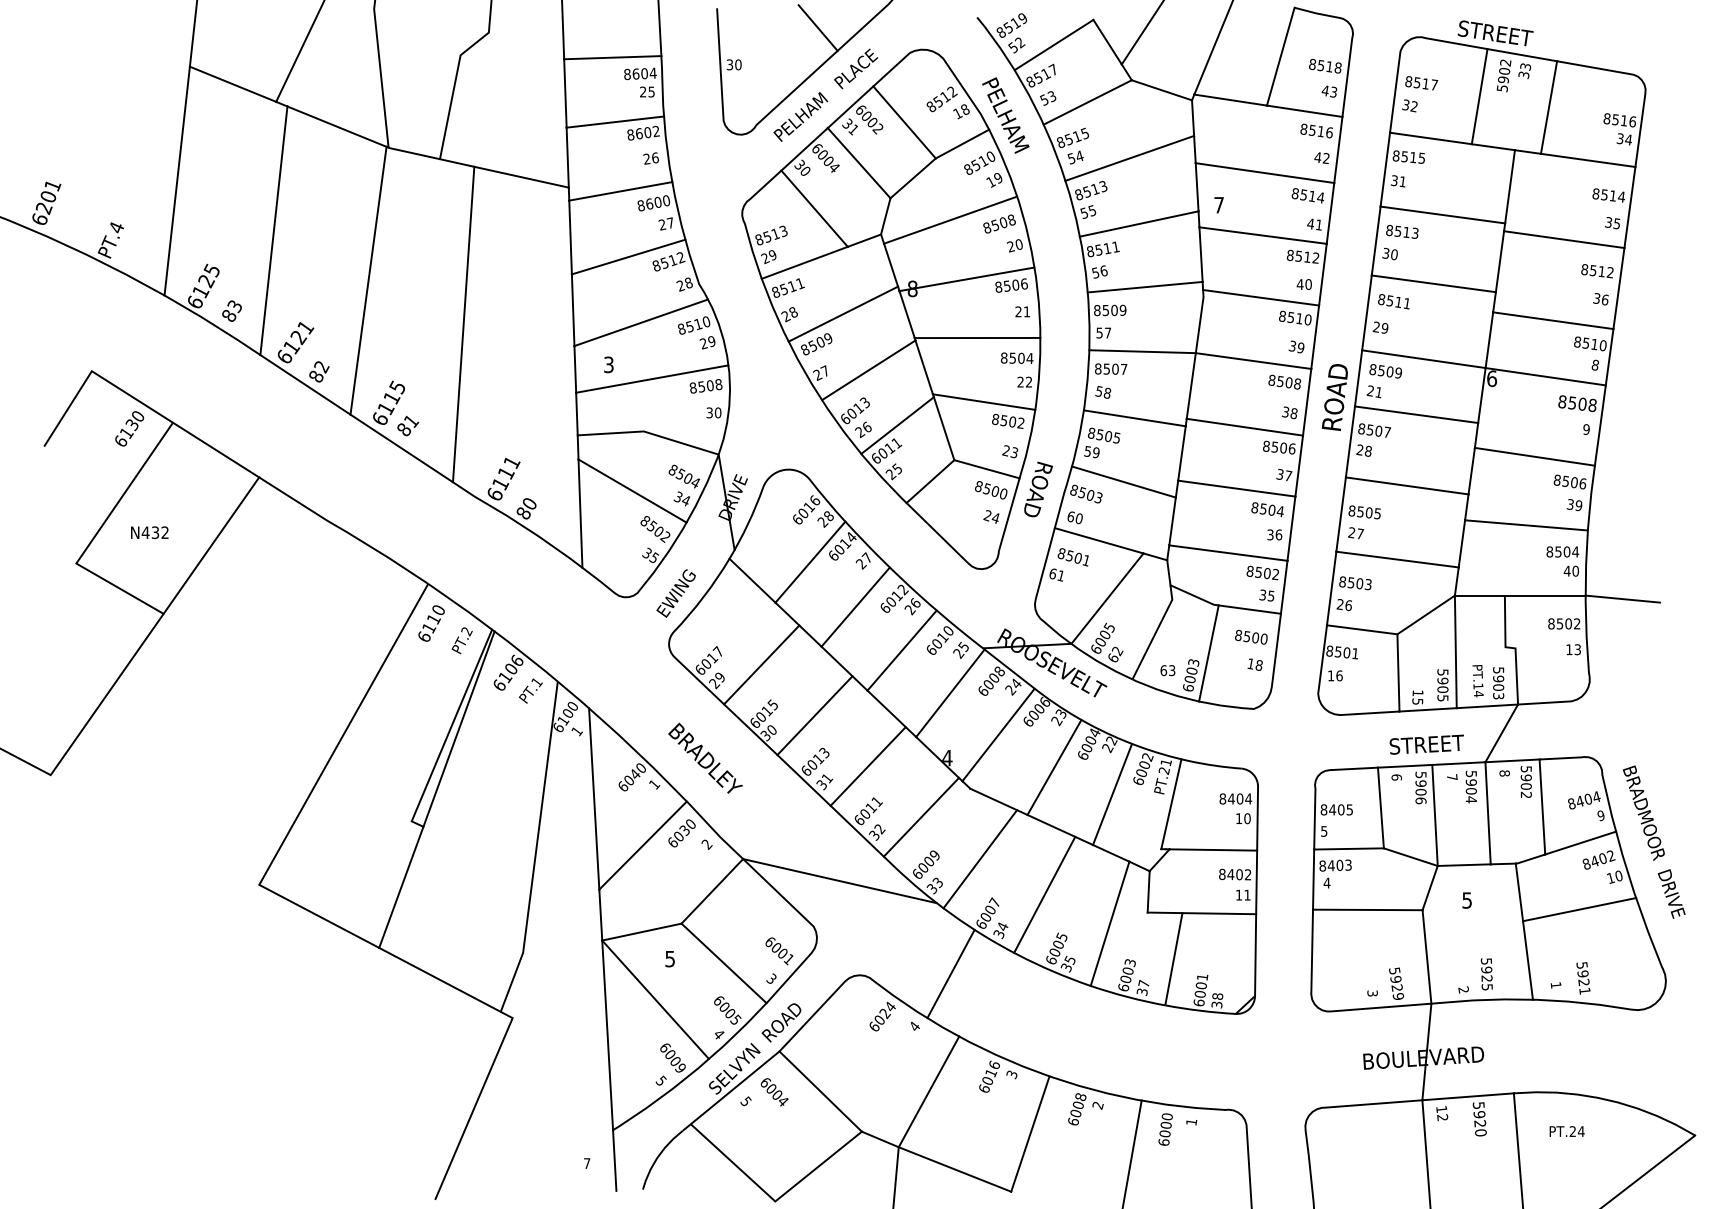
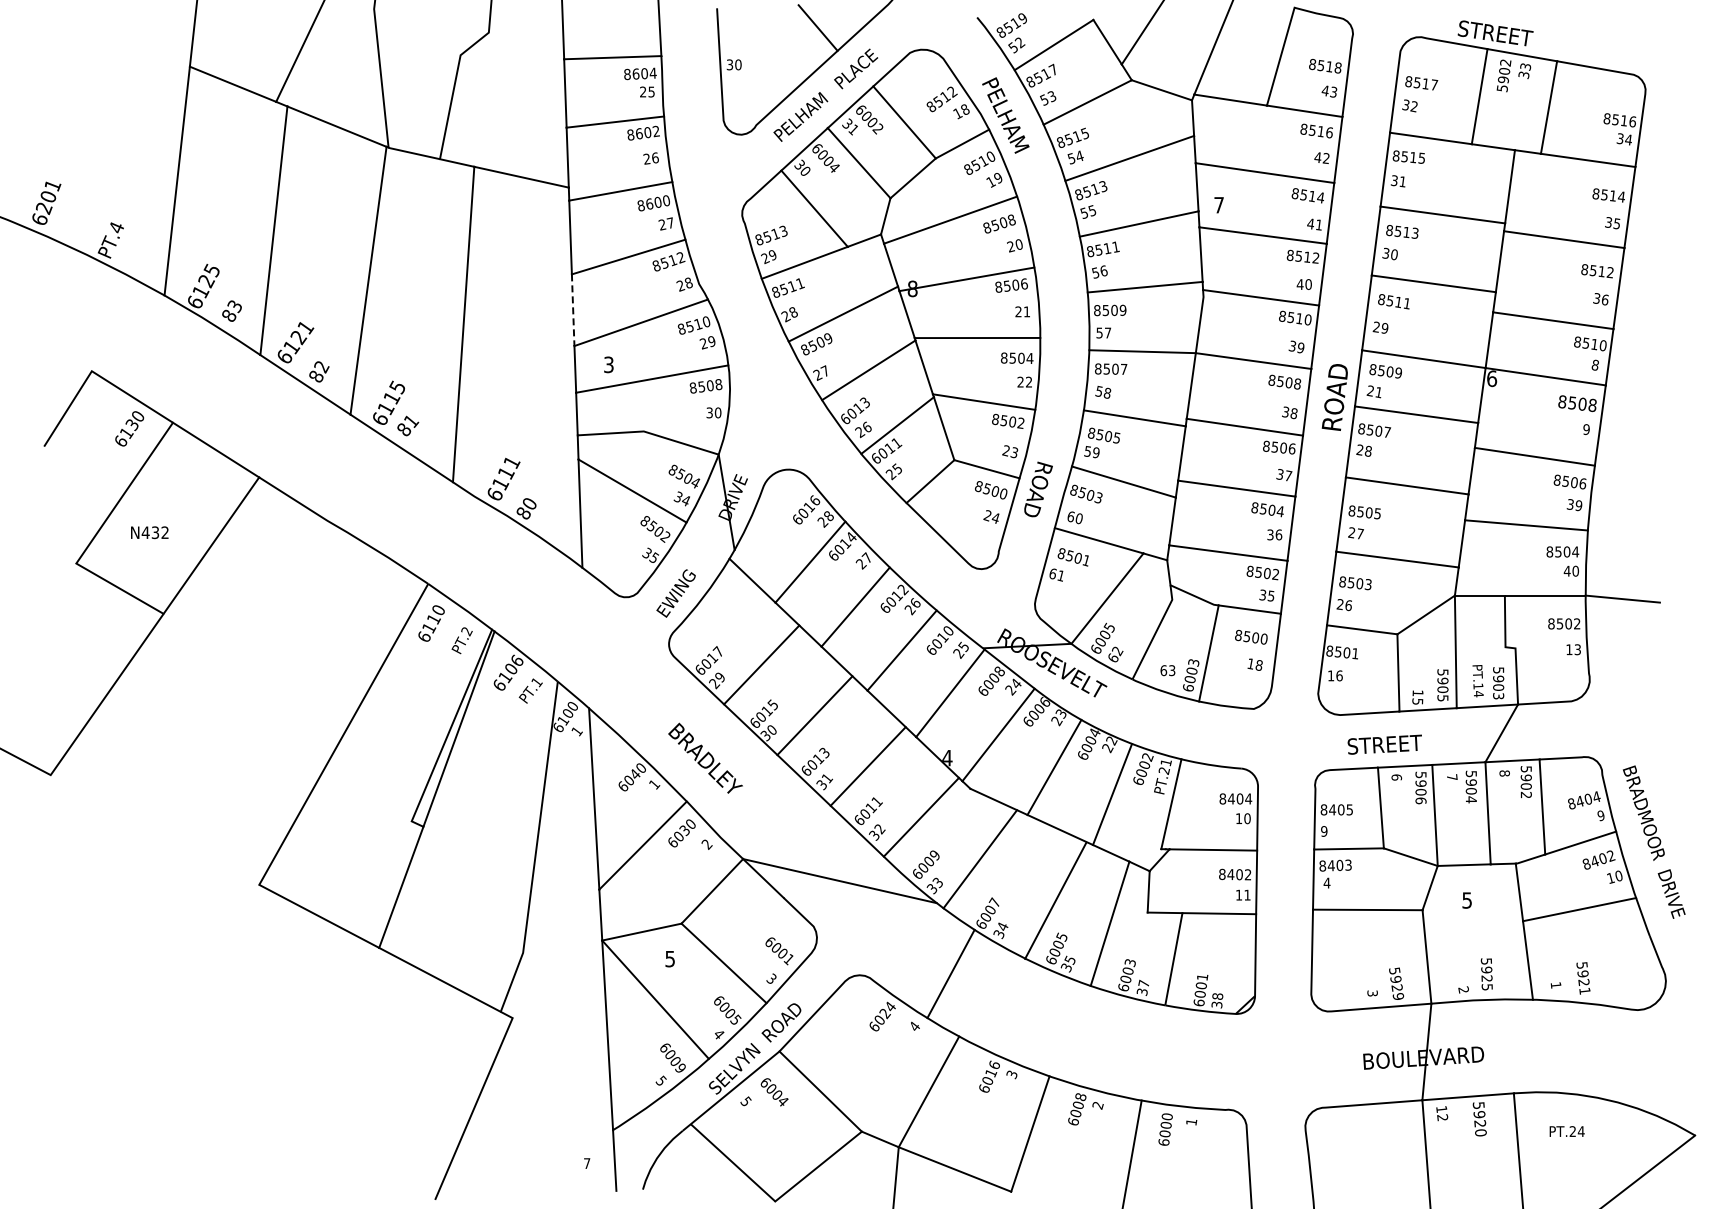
line at (573, 310): solid -> dashed
text at (1426, 744) position: (1426, 744) -> (1384, 744)
text at (1324, 831): 5 -> 9
line at (1044, 894) position: (1044, 894) -> (1055, 900)
